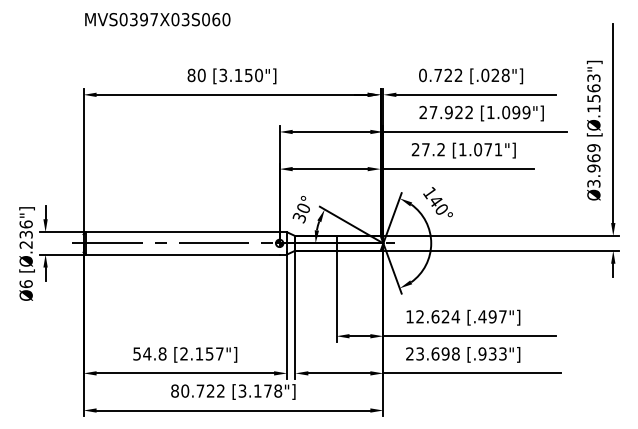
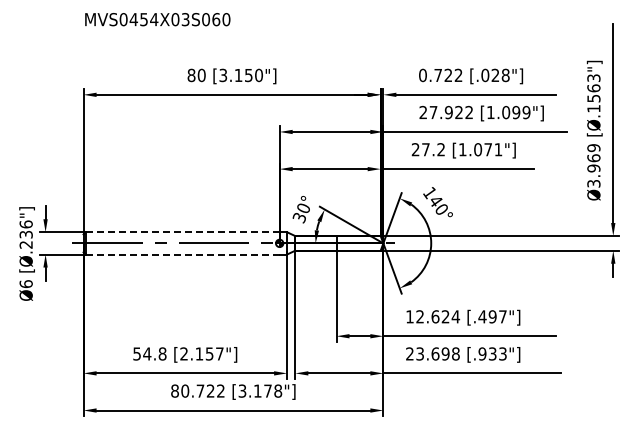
text at (143, 19): MVS0397X03S060 -> MVS0454X03S060
line at (182, 232): solid -> dashed
line at (182, 254): solid -> dashed
